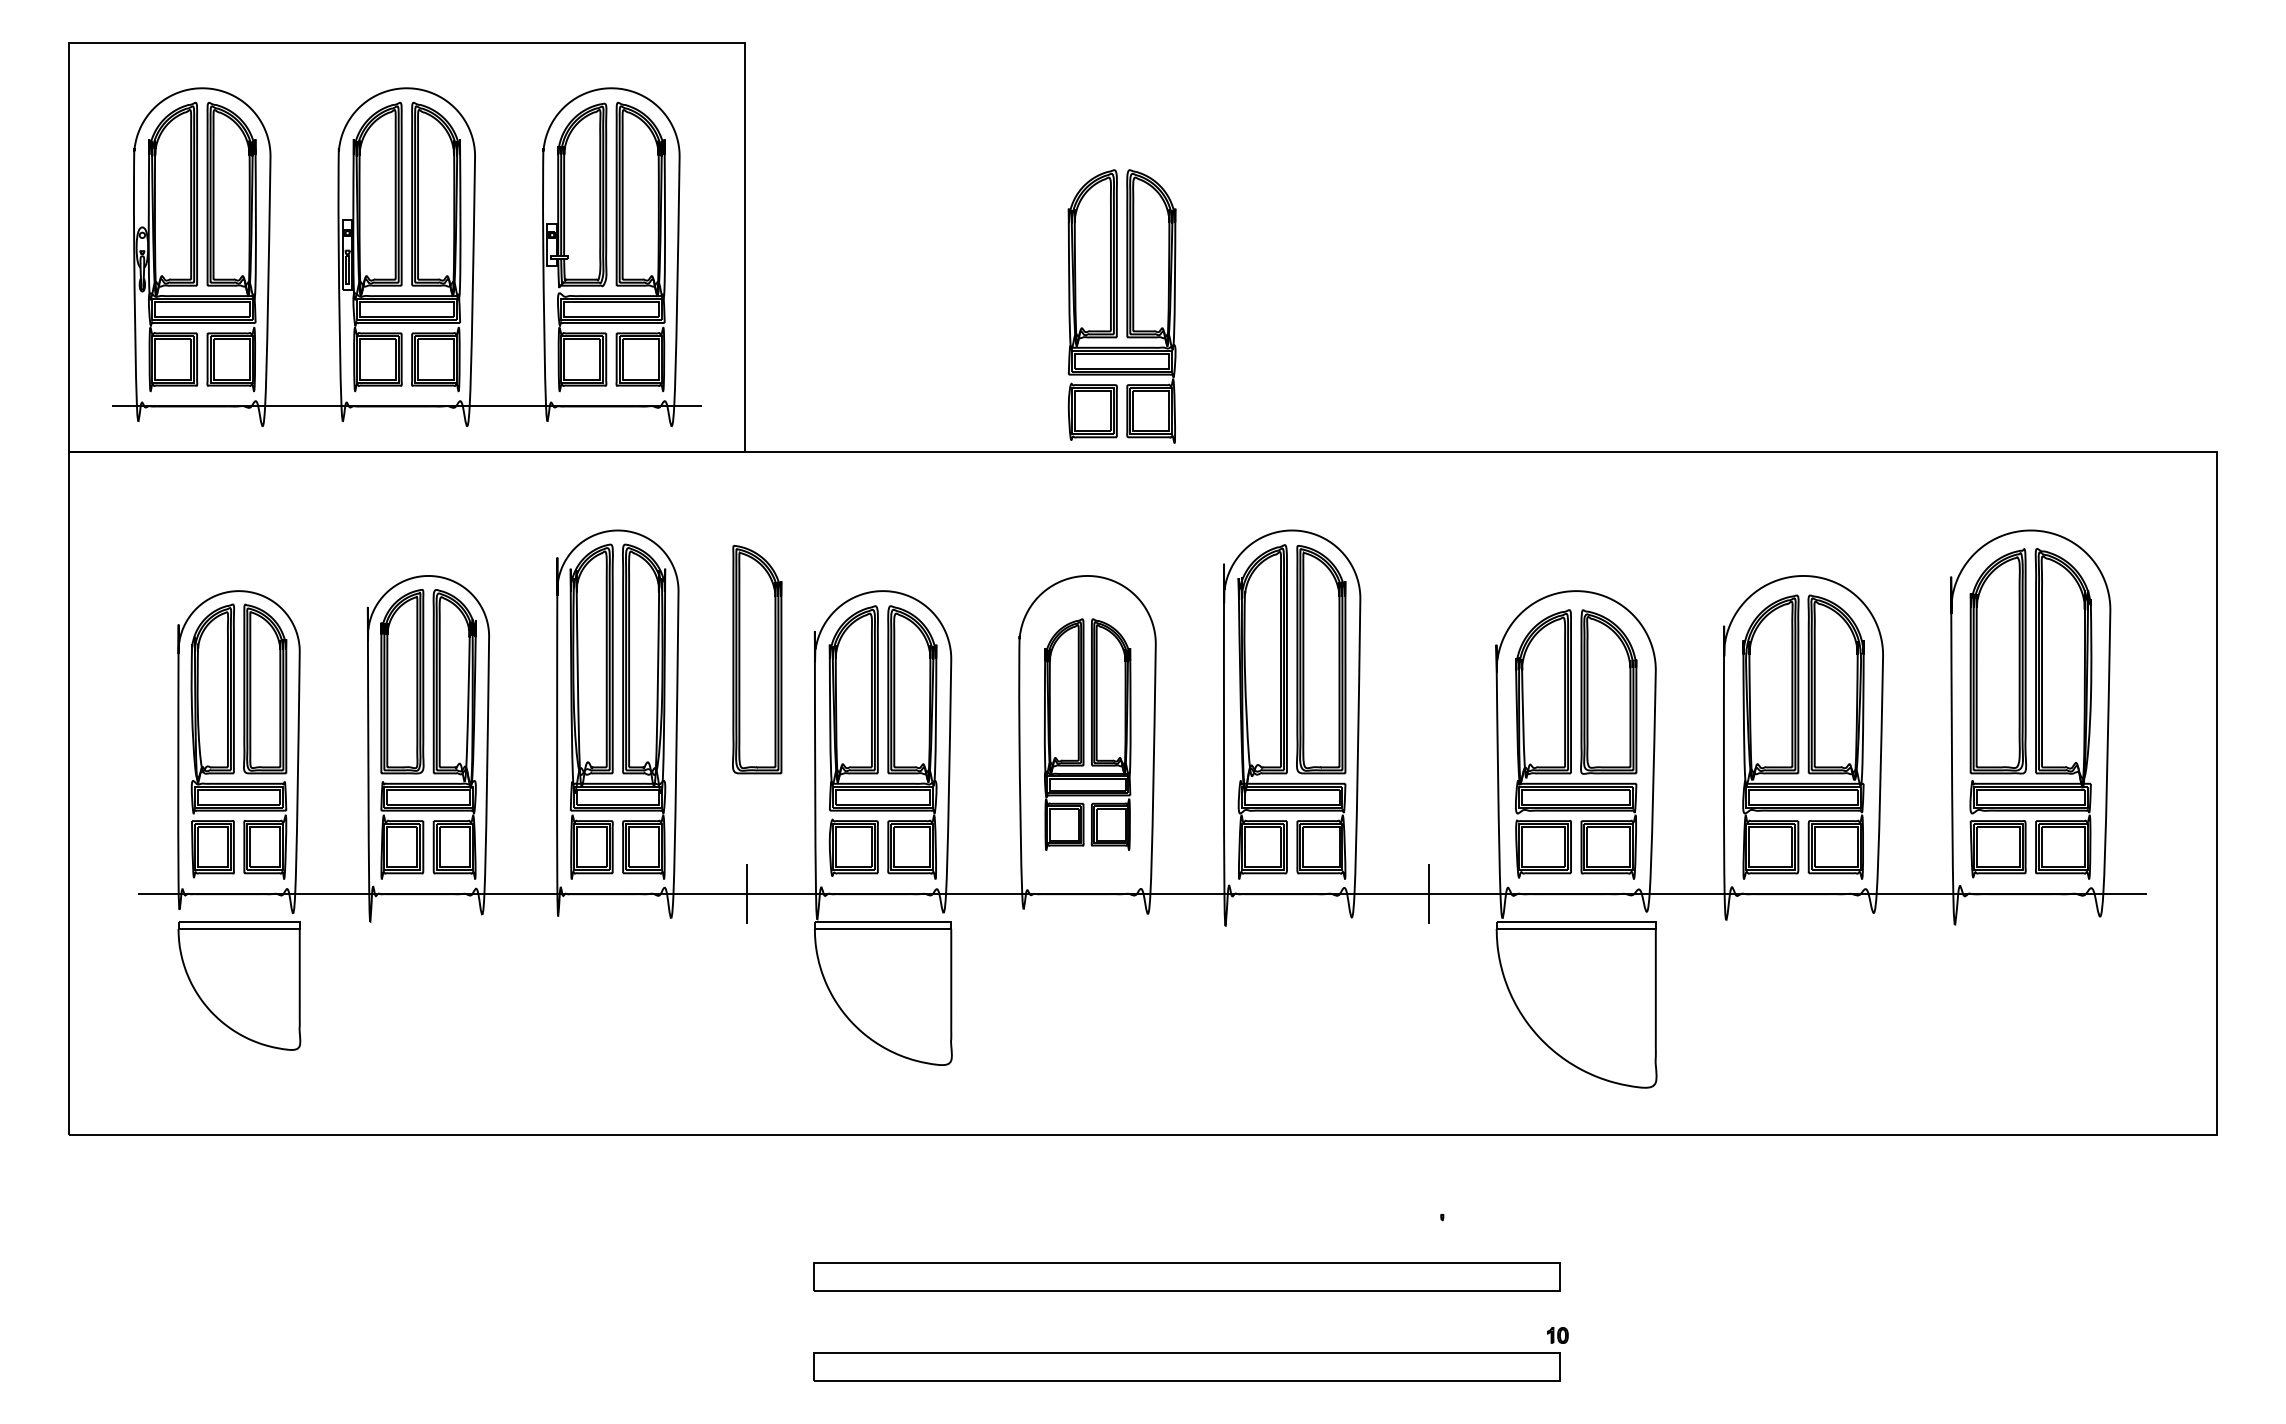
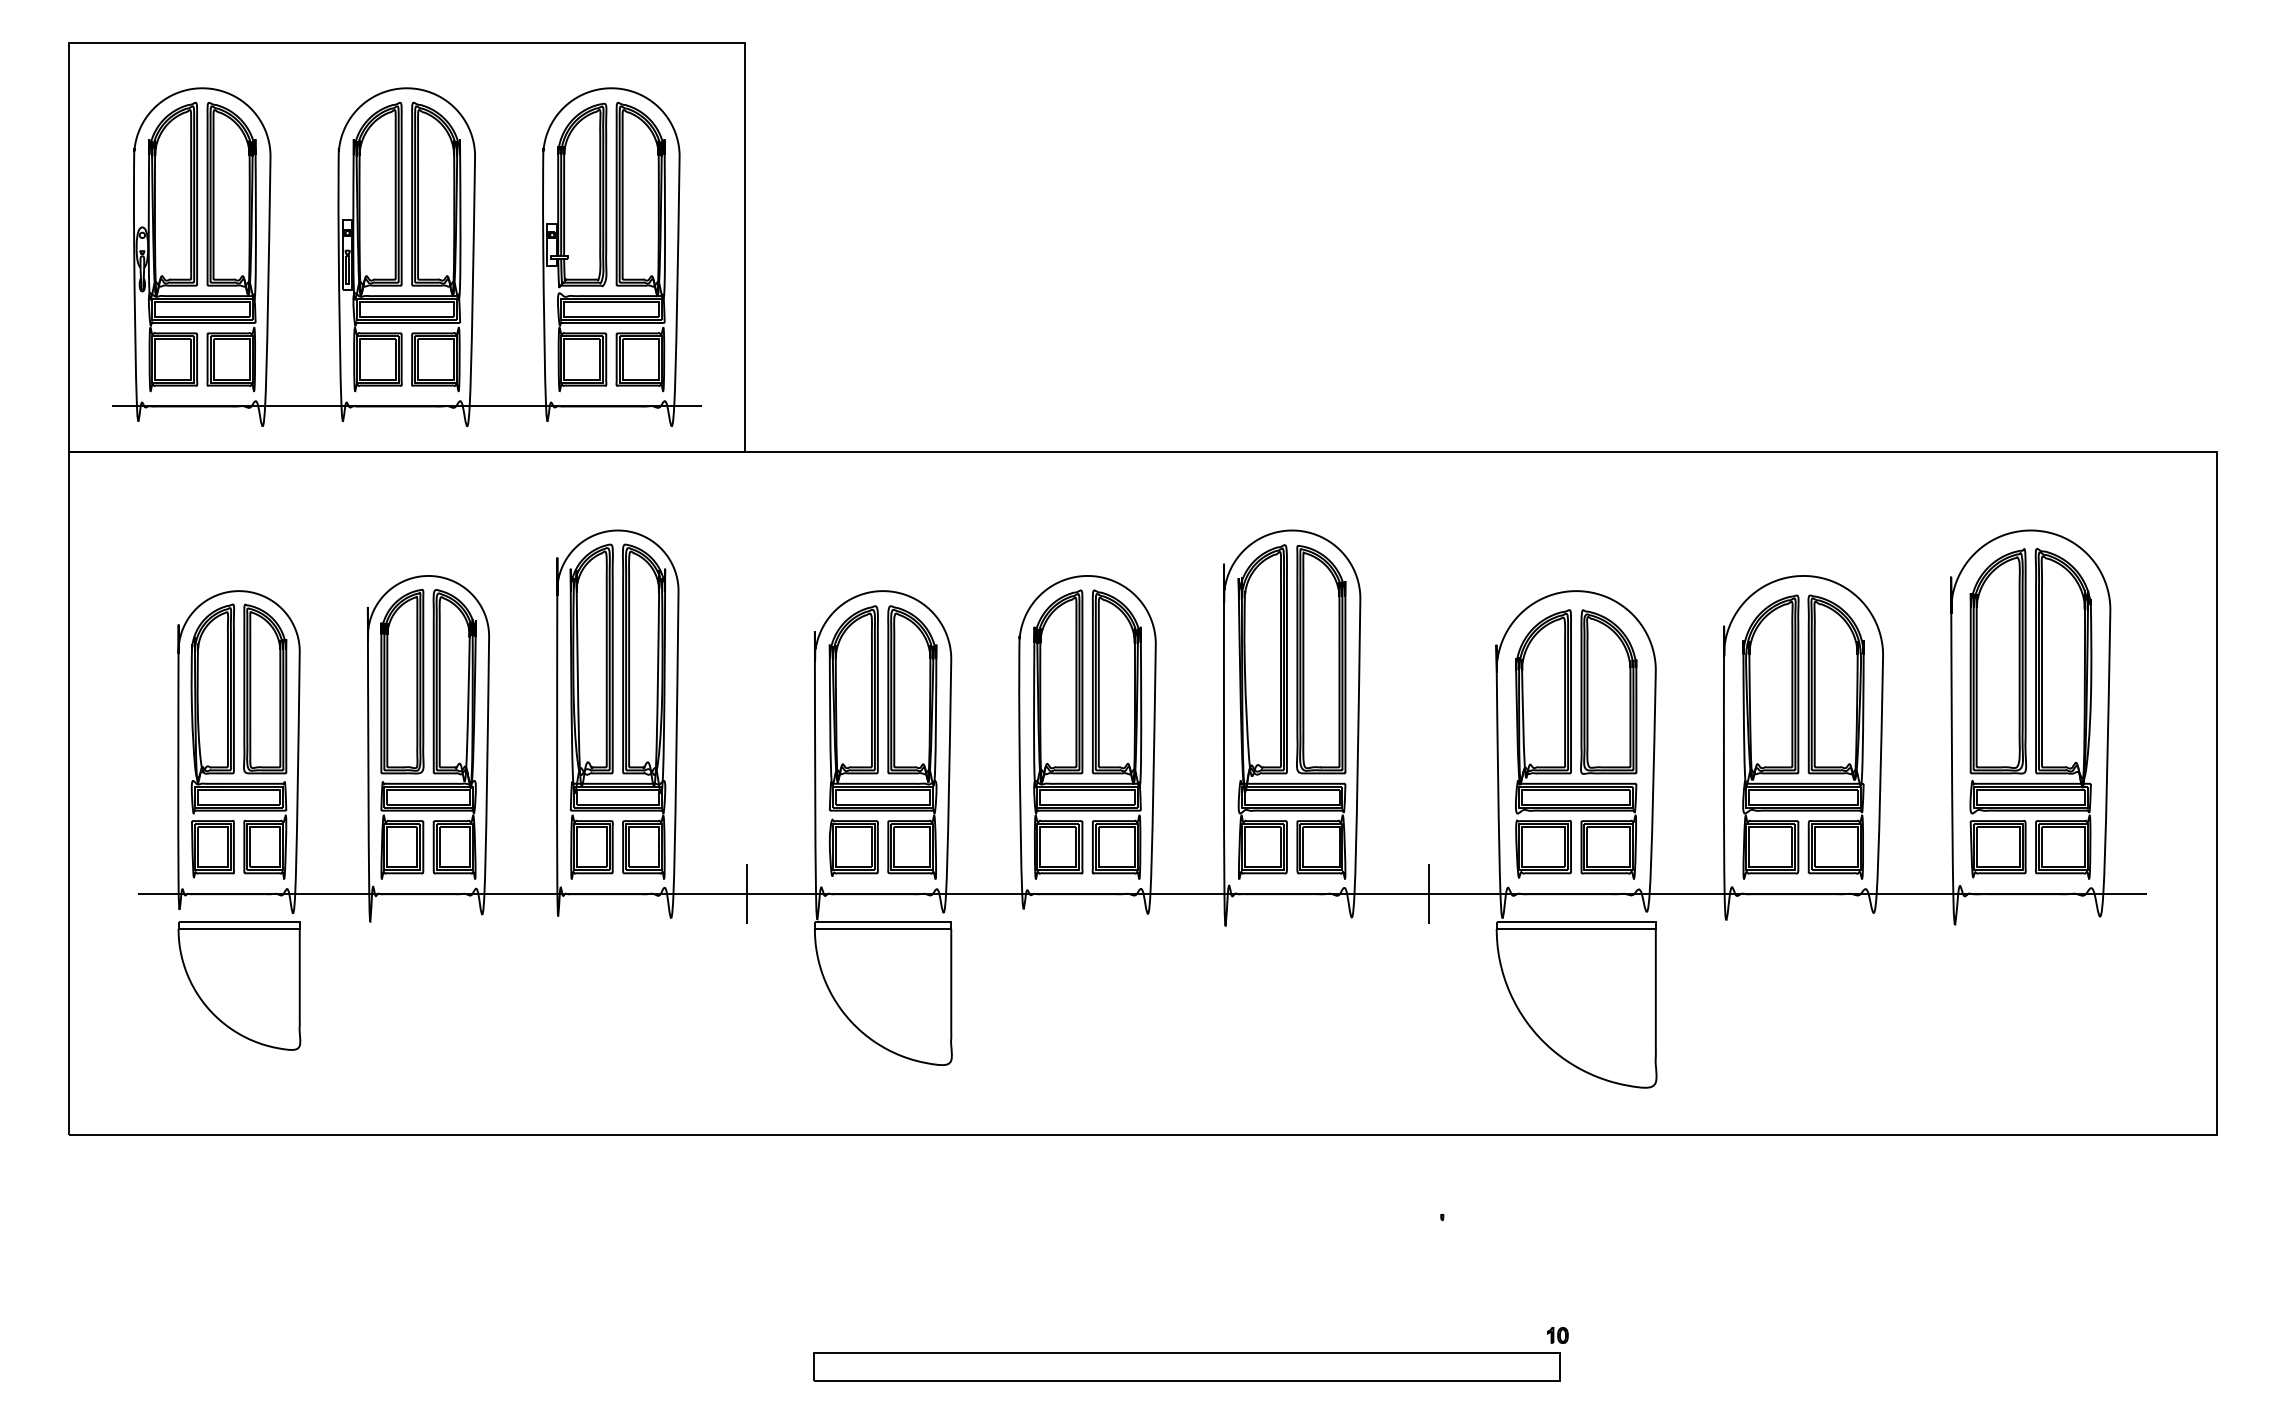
part at (1121, 306): present -> none
part at (757, 659): present -> none
part at (1087, 734) size: 89x233 px -> 110x291 px
part at (1186, 1276): present -> none
